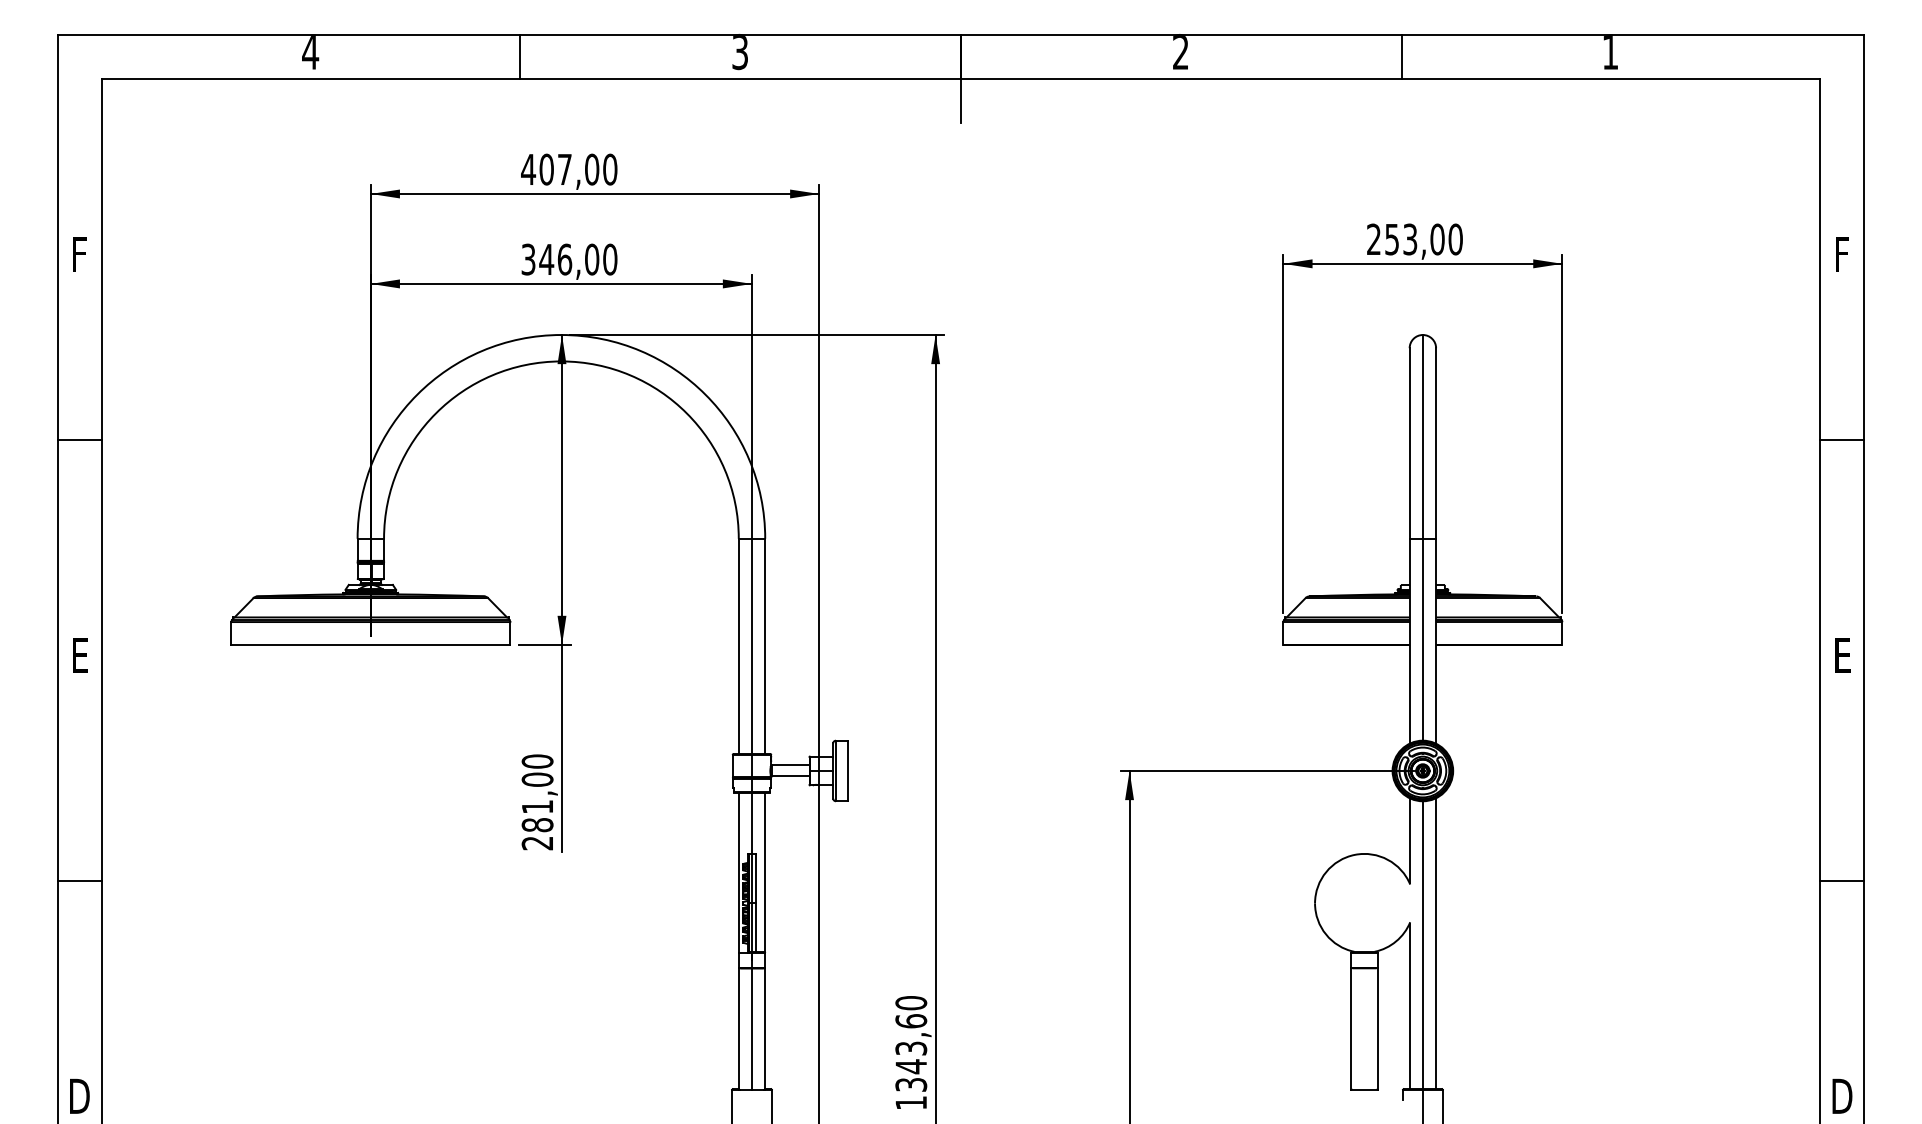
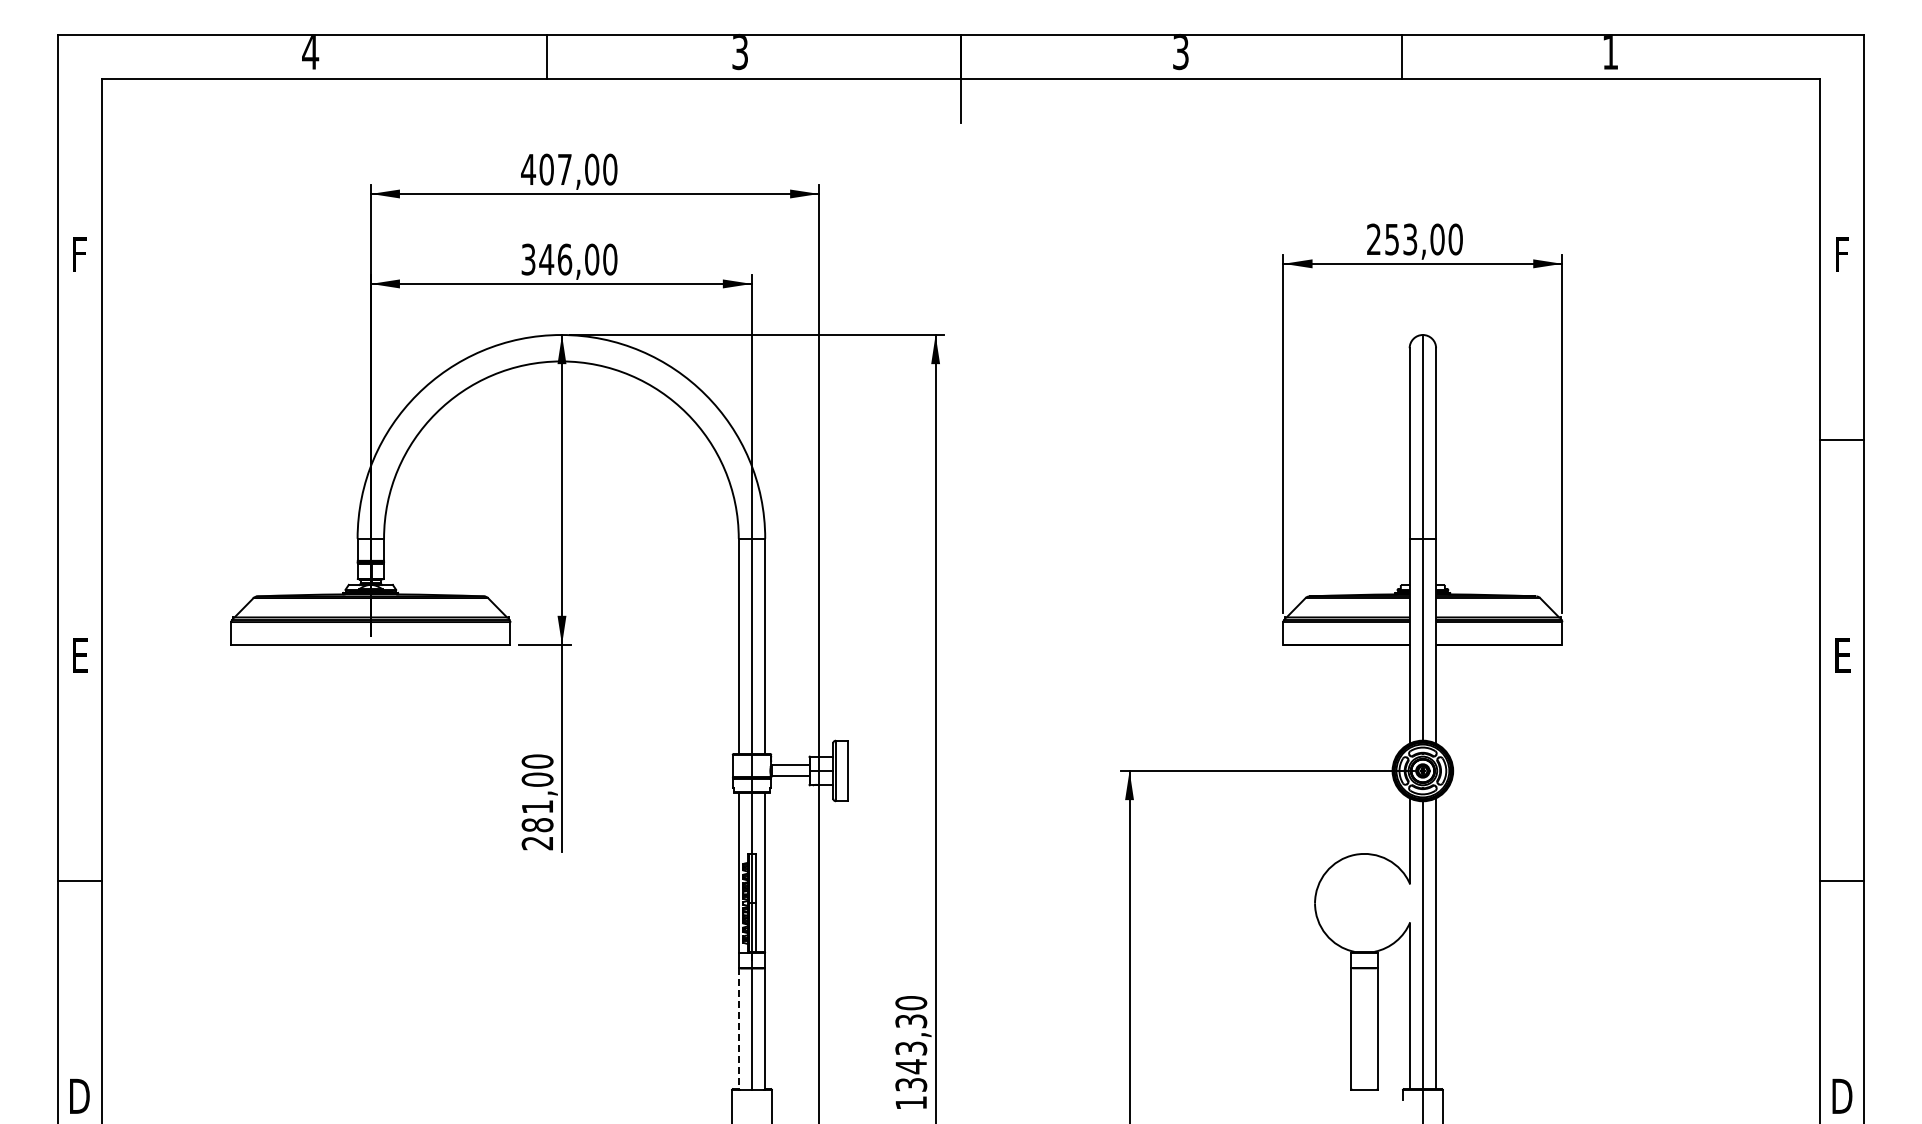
text at (1180, 53): 2 -> 3
line at (520, 57) position: (520, 57) -> (547, 57)
line at (79, 440): present -> none
text at (911, 1021): 1343,60 -> 1343,30
line at (738, 1028): solid -> dashed
